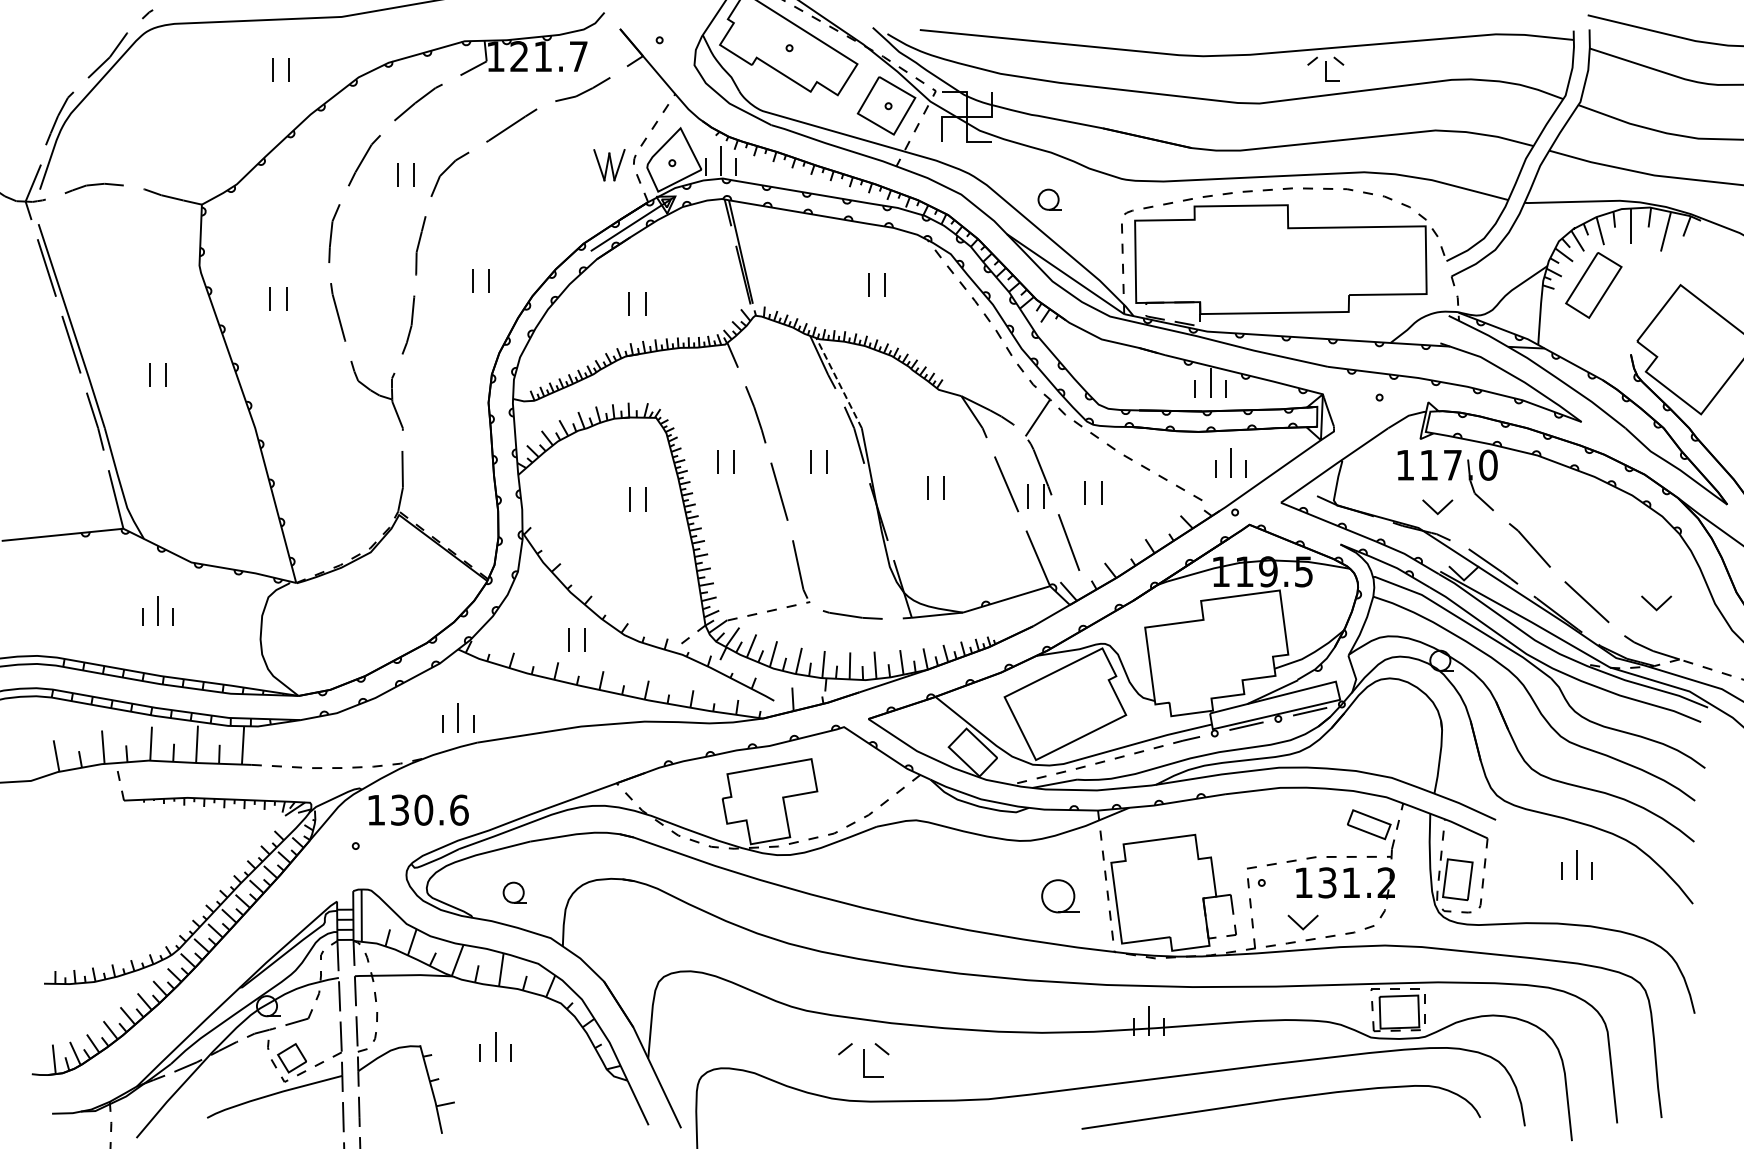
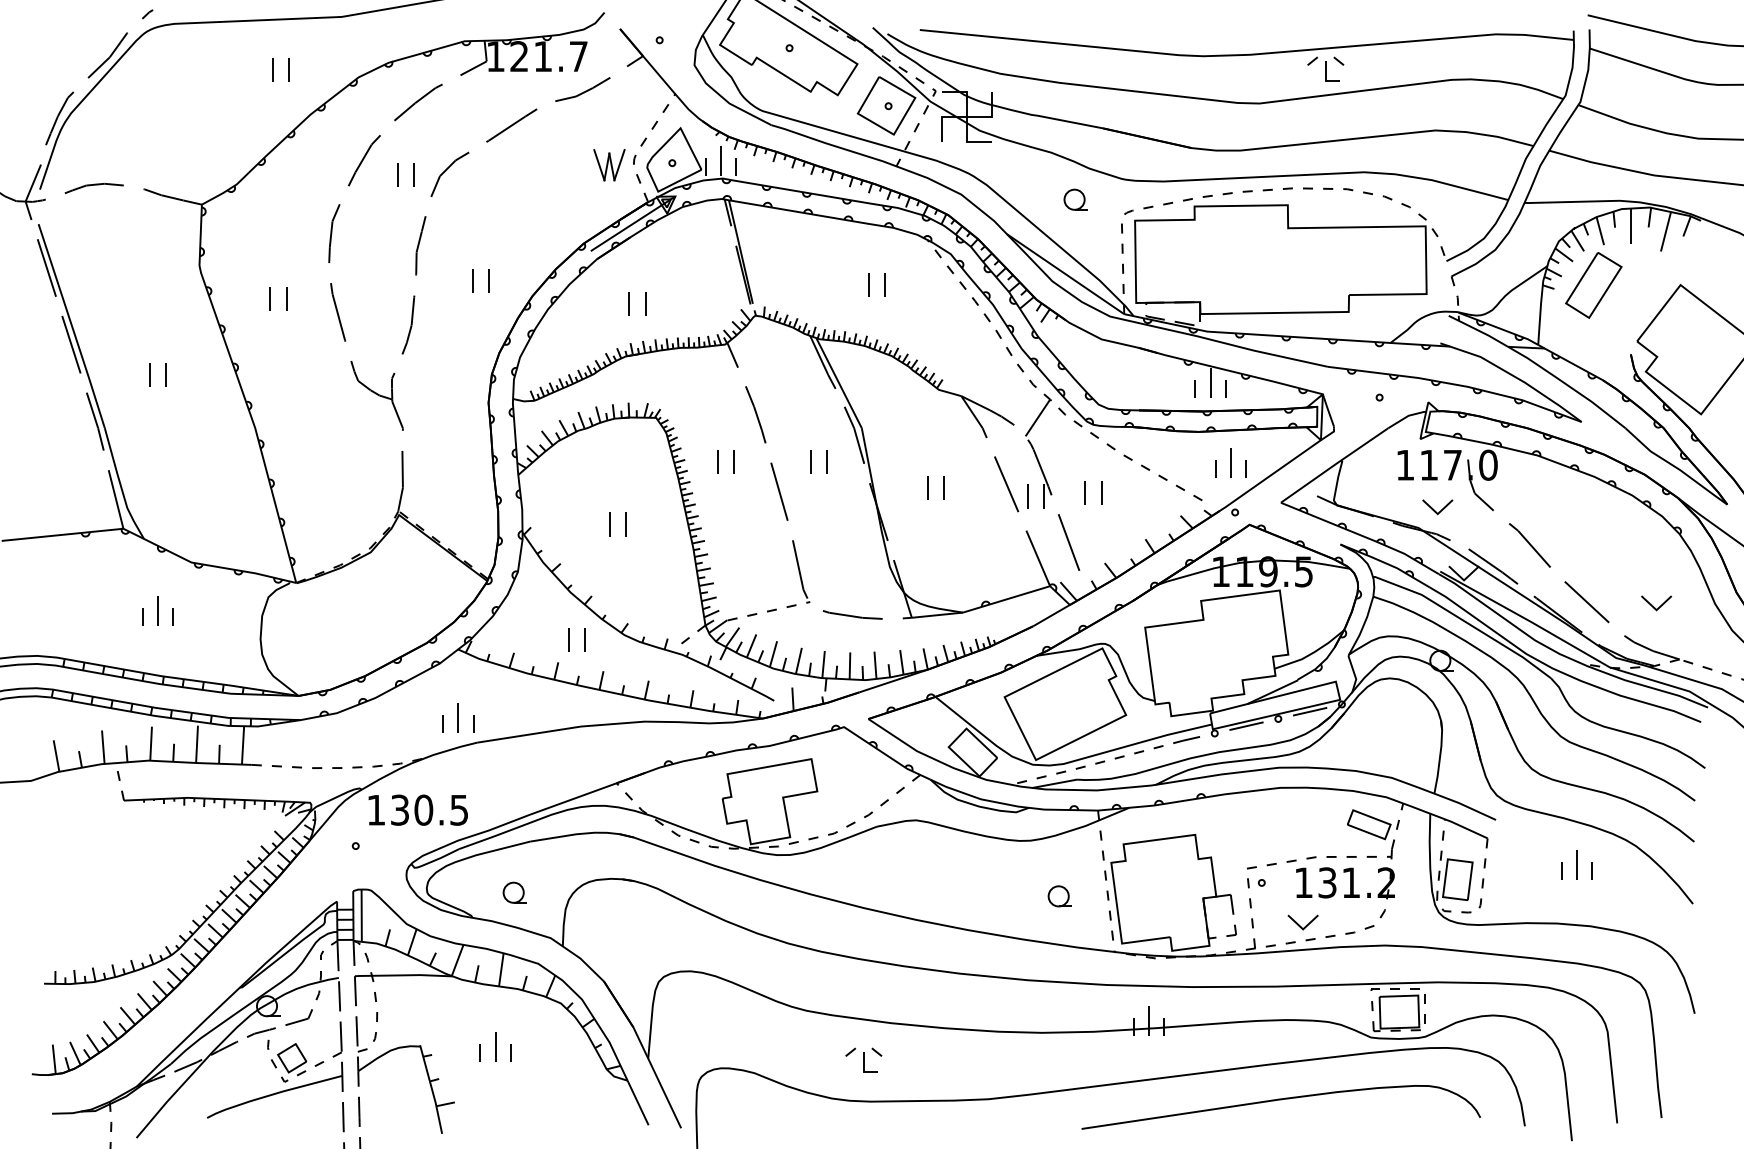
part at (1049, 199) position: (1049, 199) -> (1075, 199)
line at (838, 382): dashed -> solid
part at (630, 499) position: (630, 499) -> (610, 524)
text at (459, 809): 130.6 -> 130.5
part at (1060, 896) size: 39x35 px -> 25x23 px
part at (863, 1060) size: 52x35 px -> 38x26 px
